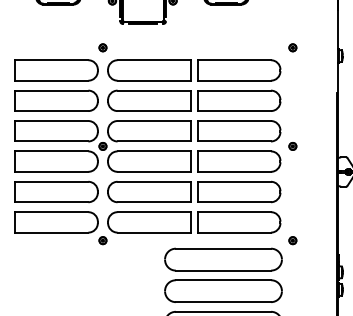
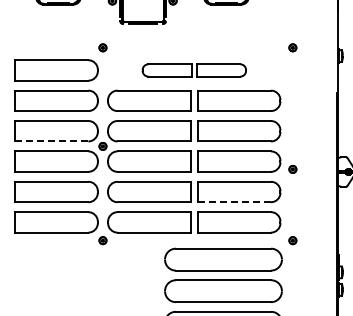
part at (194, 70) size: 175x23 px -> 106x15 px
line at (51, 141): solid -> dashed
part at (292, 146) position: (292, 146) -> (292, 169)
line at (234, 202): solid -> dashed
